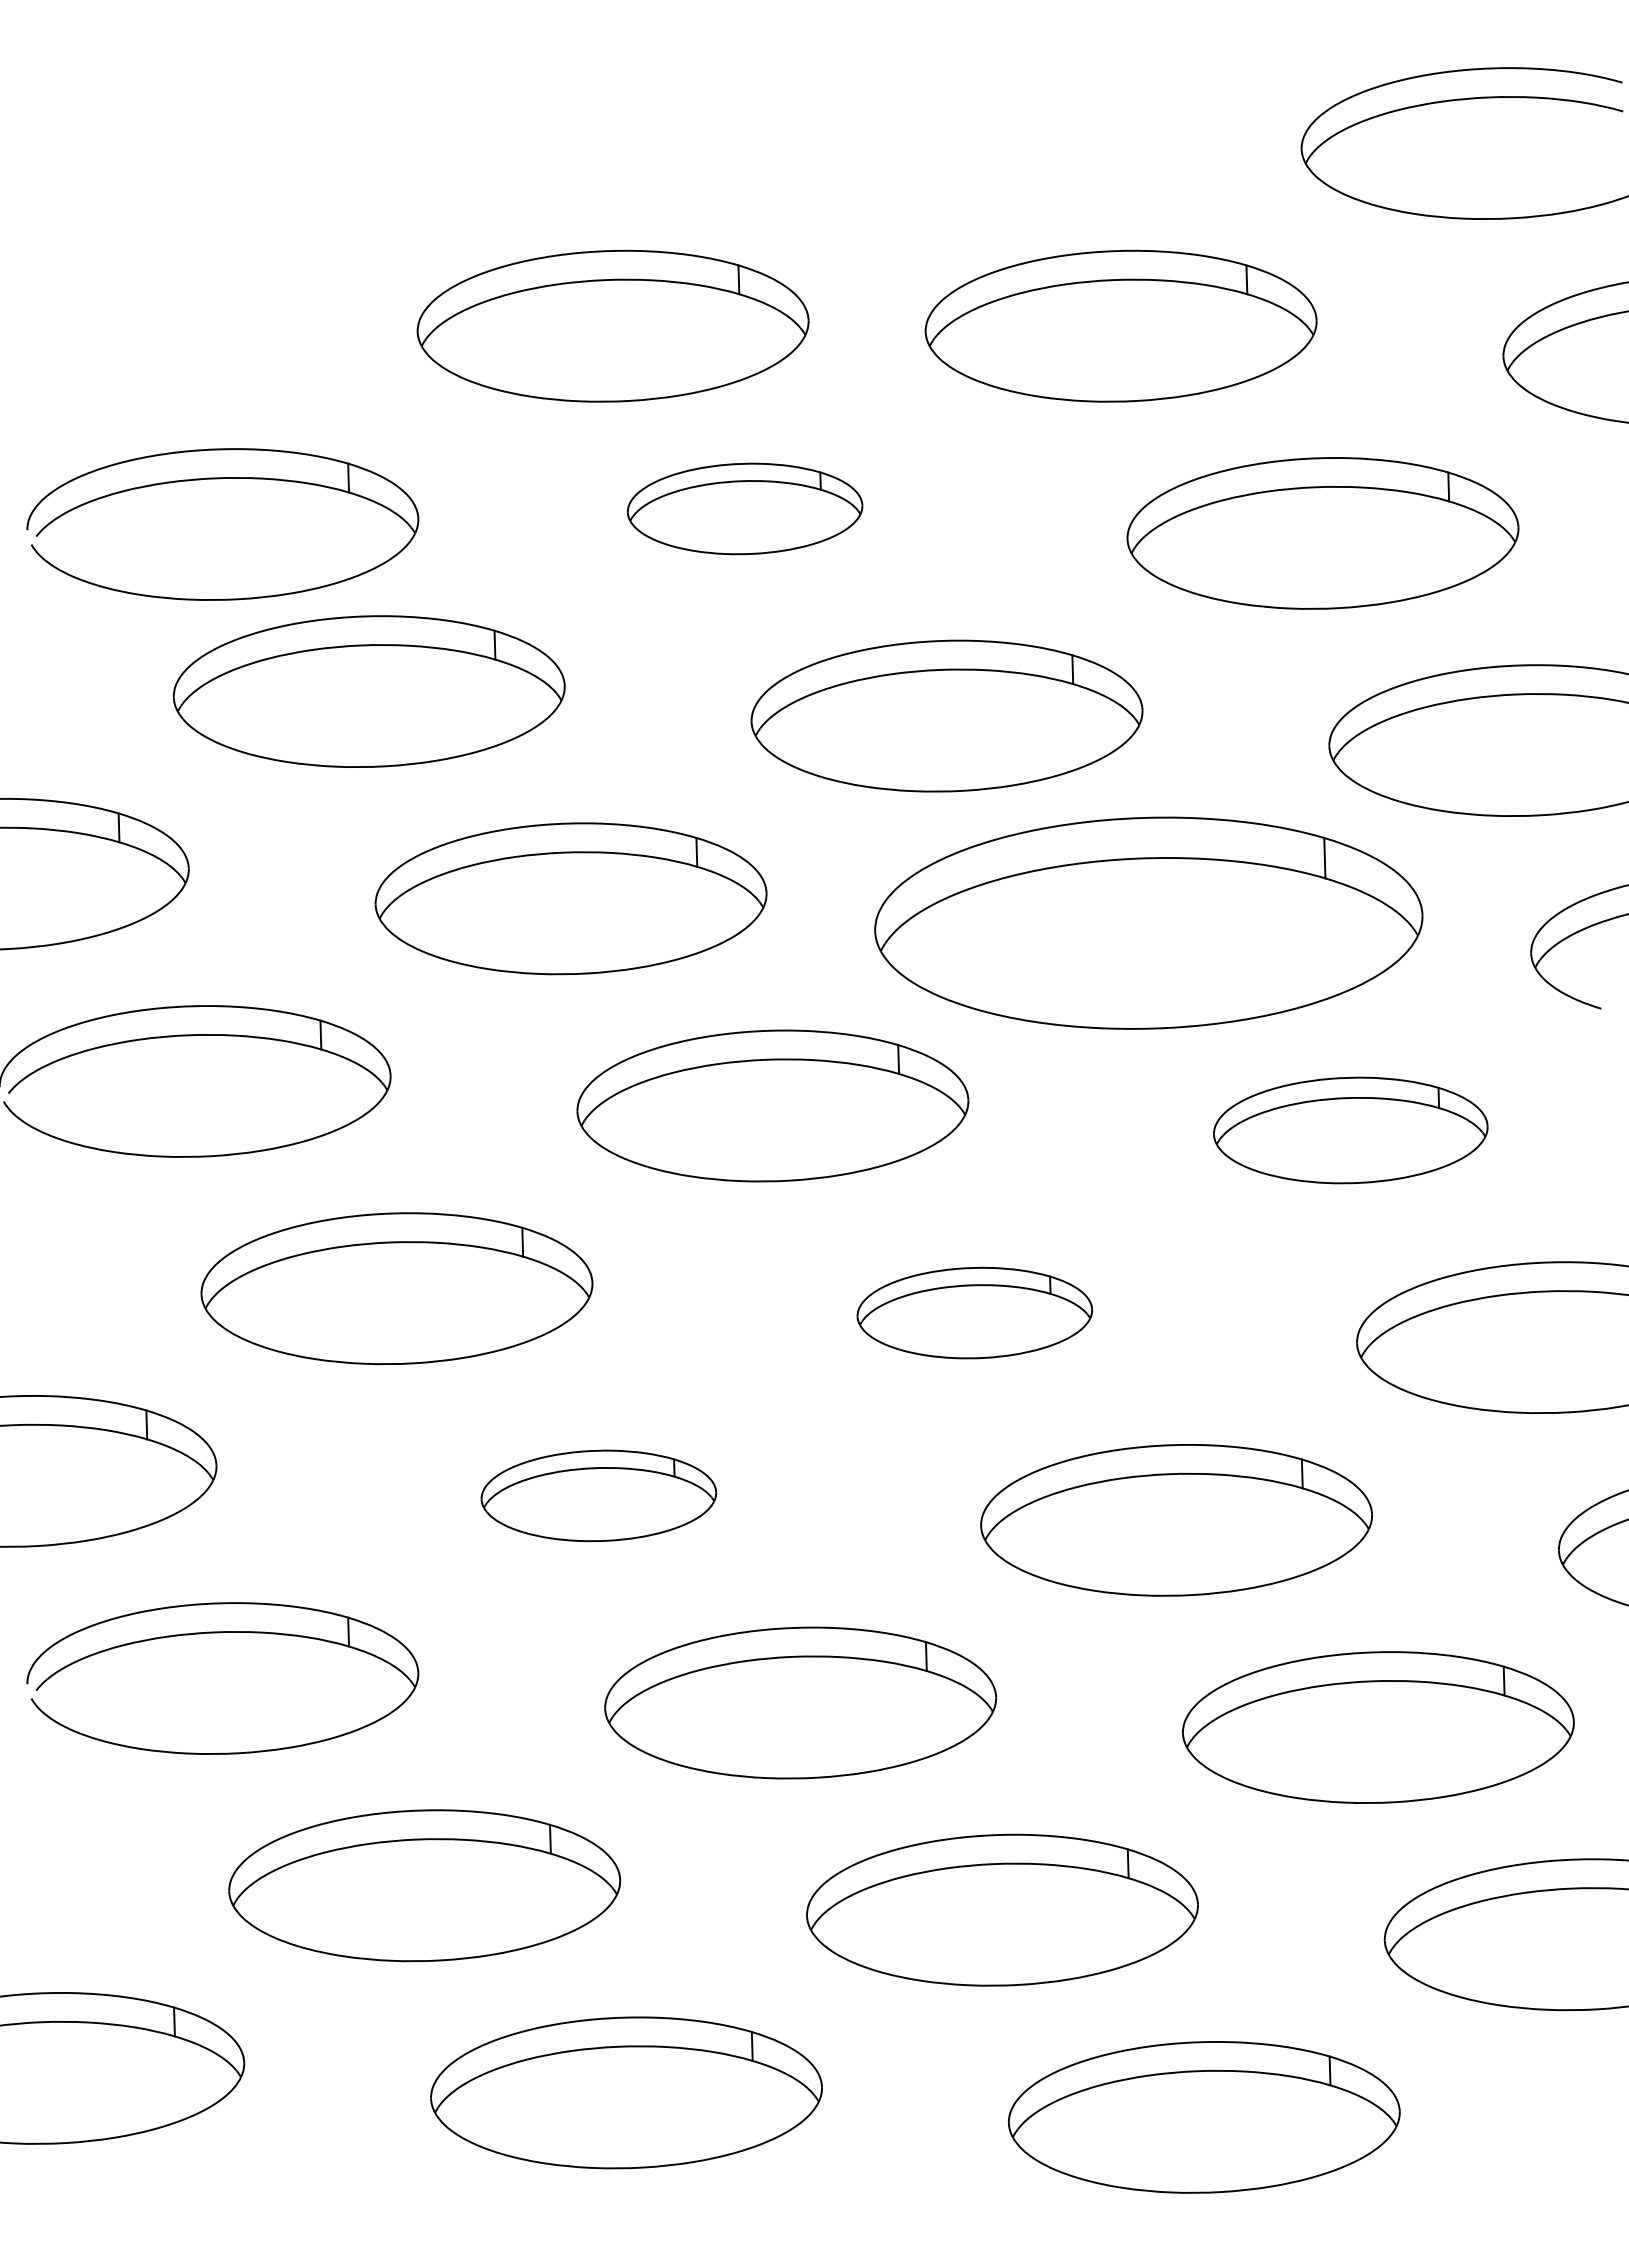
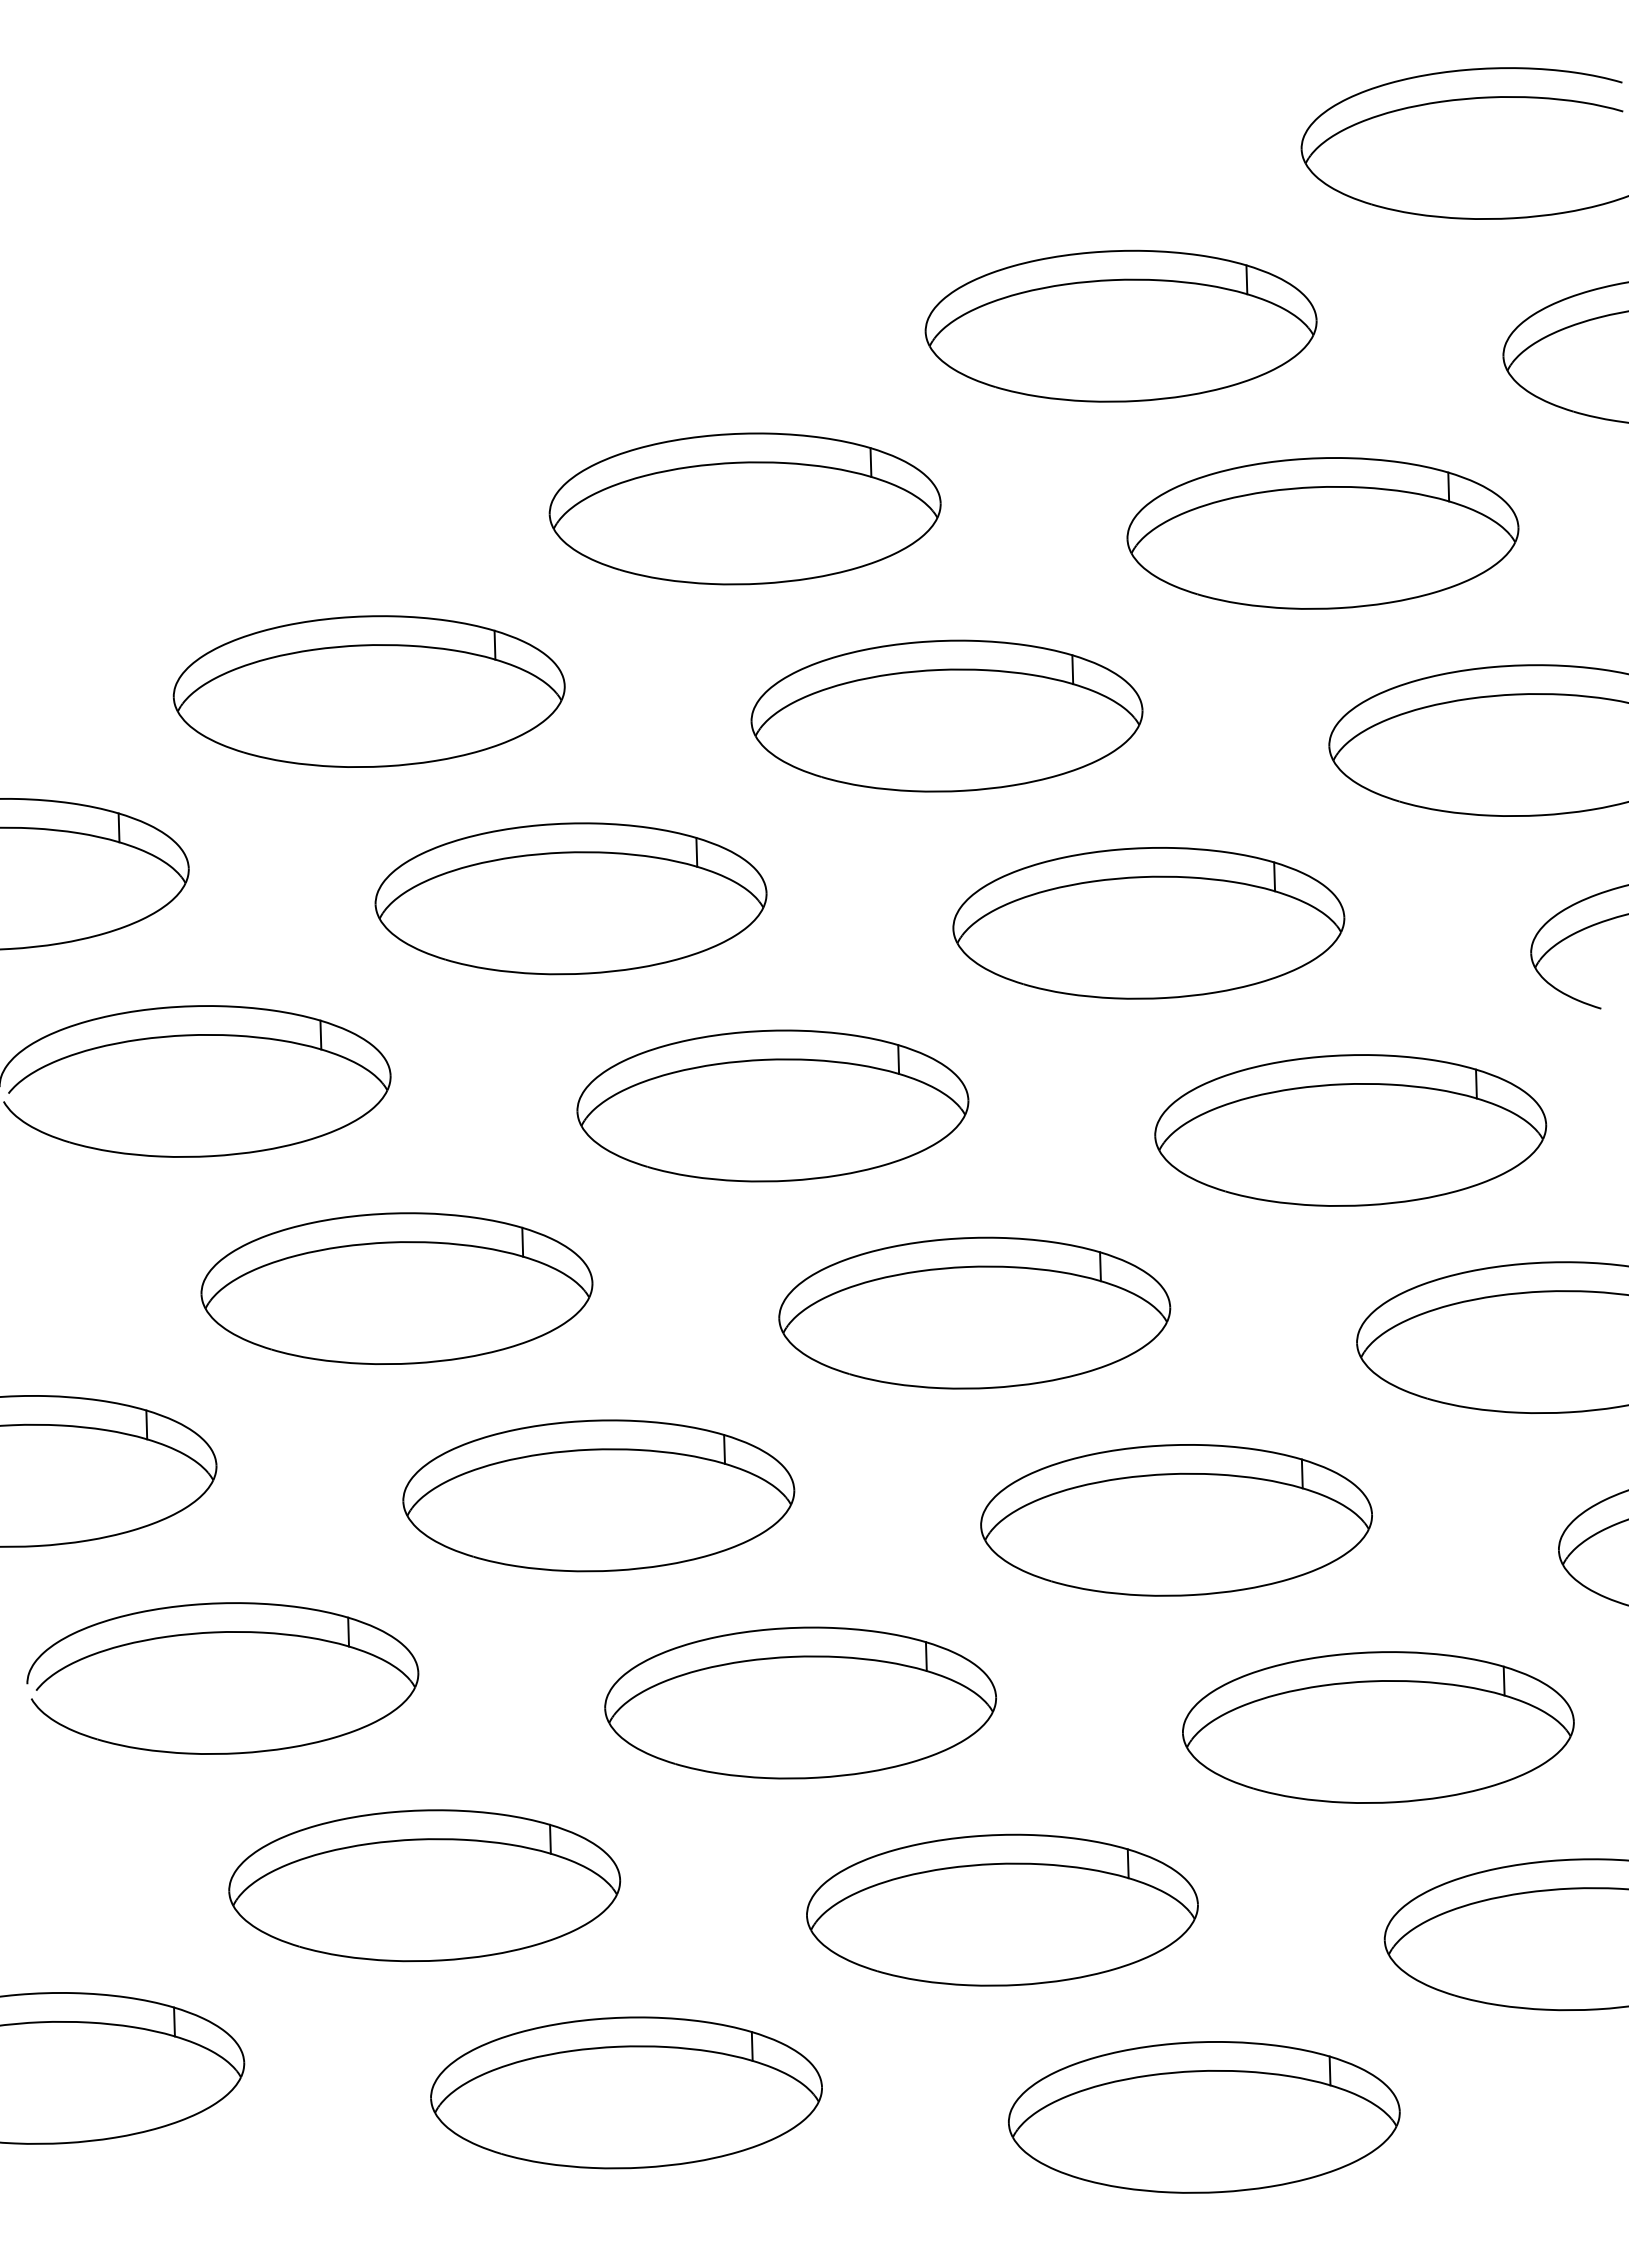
part at (612, 325): present -> none
part at (221, 479): present -> none
part at (745, 508) size: 237x94 px -> 394x154 px
part at (1148, 922) size: 550x214 px -> 394x153 px
part at (1350, 1130) size: 276x109 px -> 394x153 px
part at (974, 1312) size: 237x94 px -> 394x154 px
part at (598, 1495) size: 238x94 px -> 394x154 px
